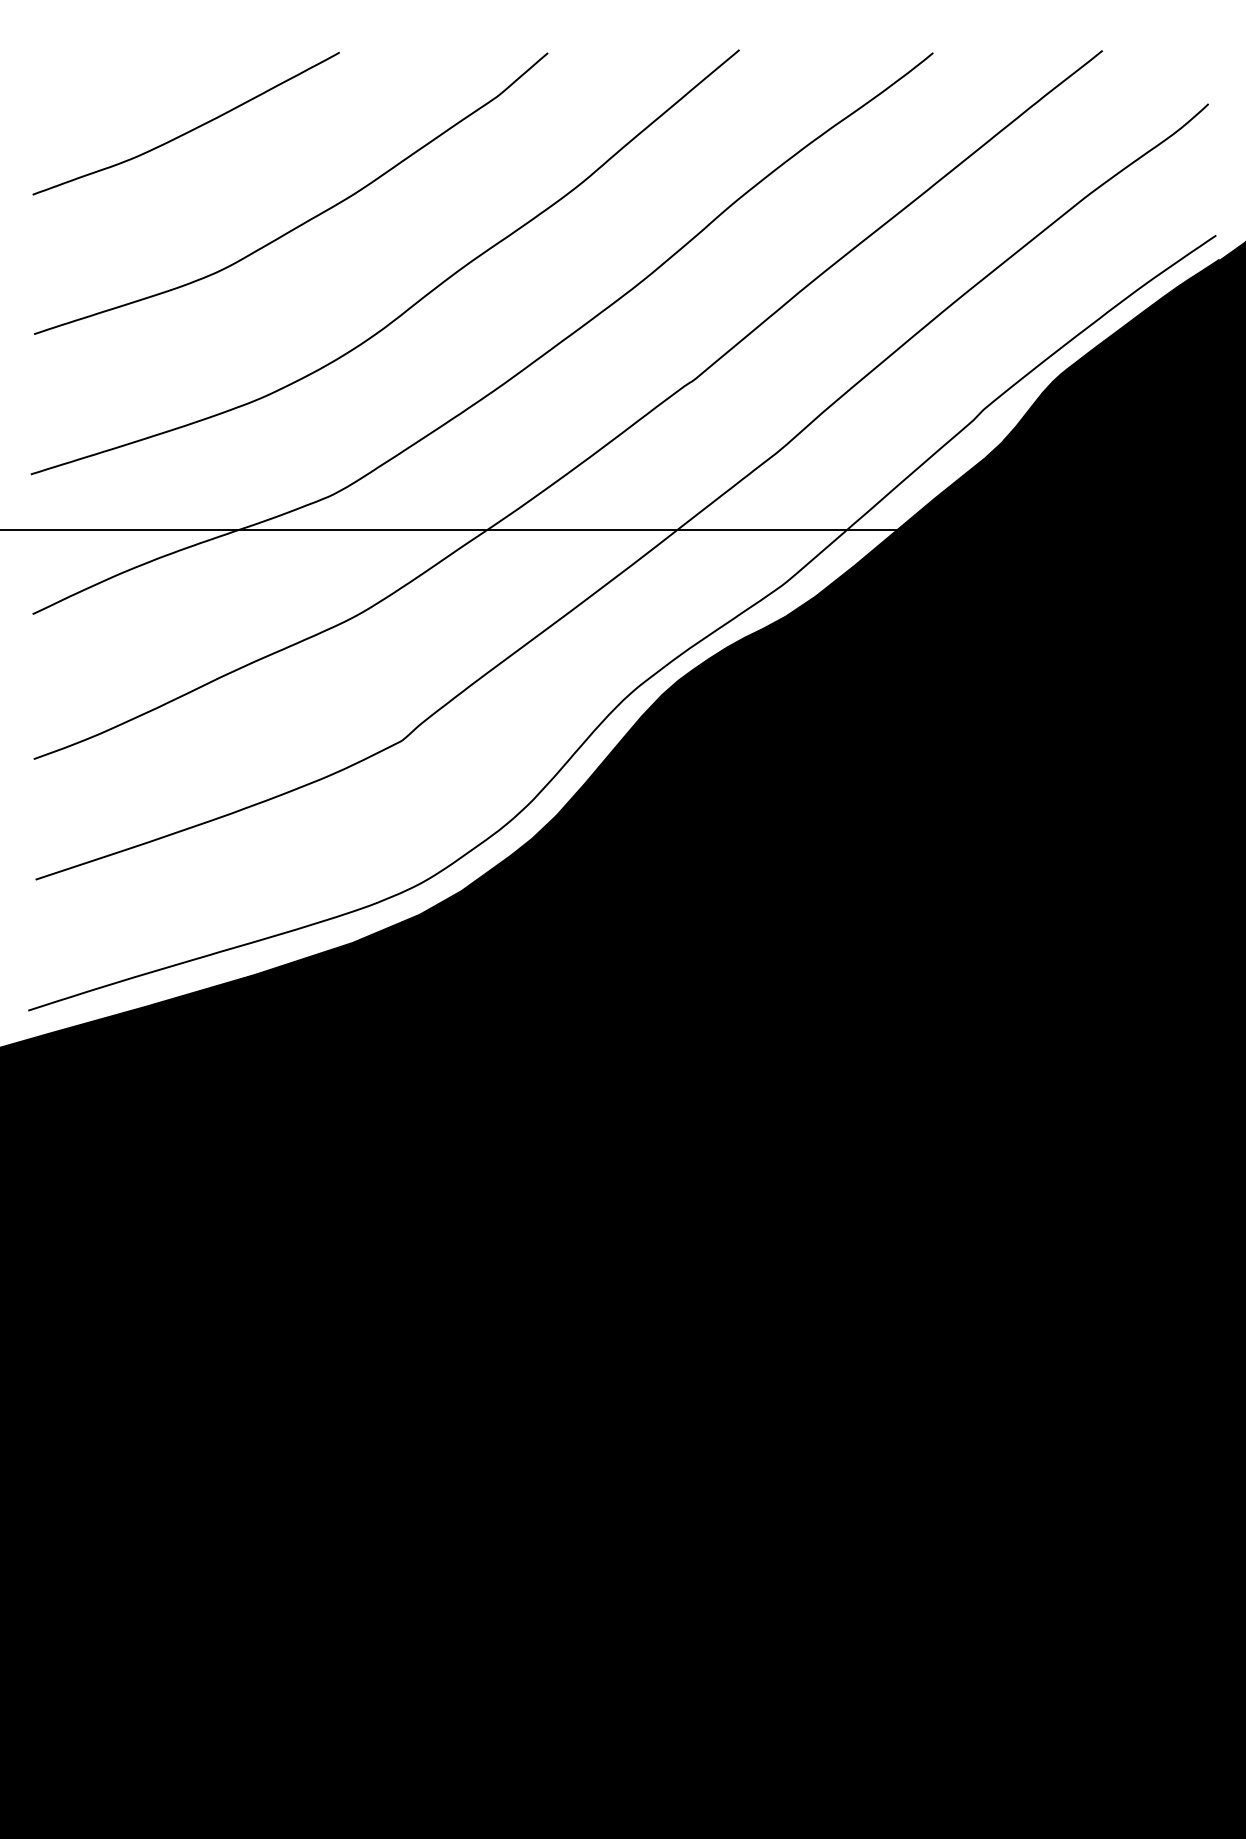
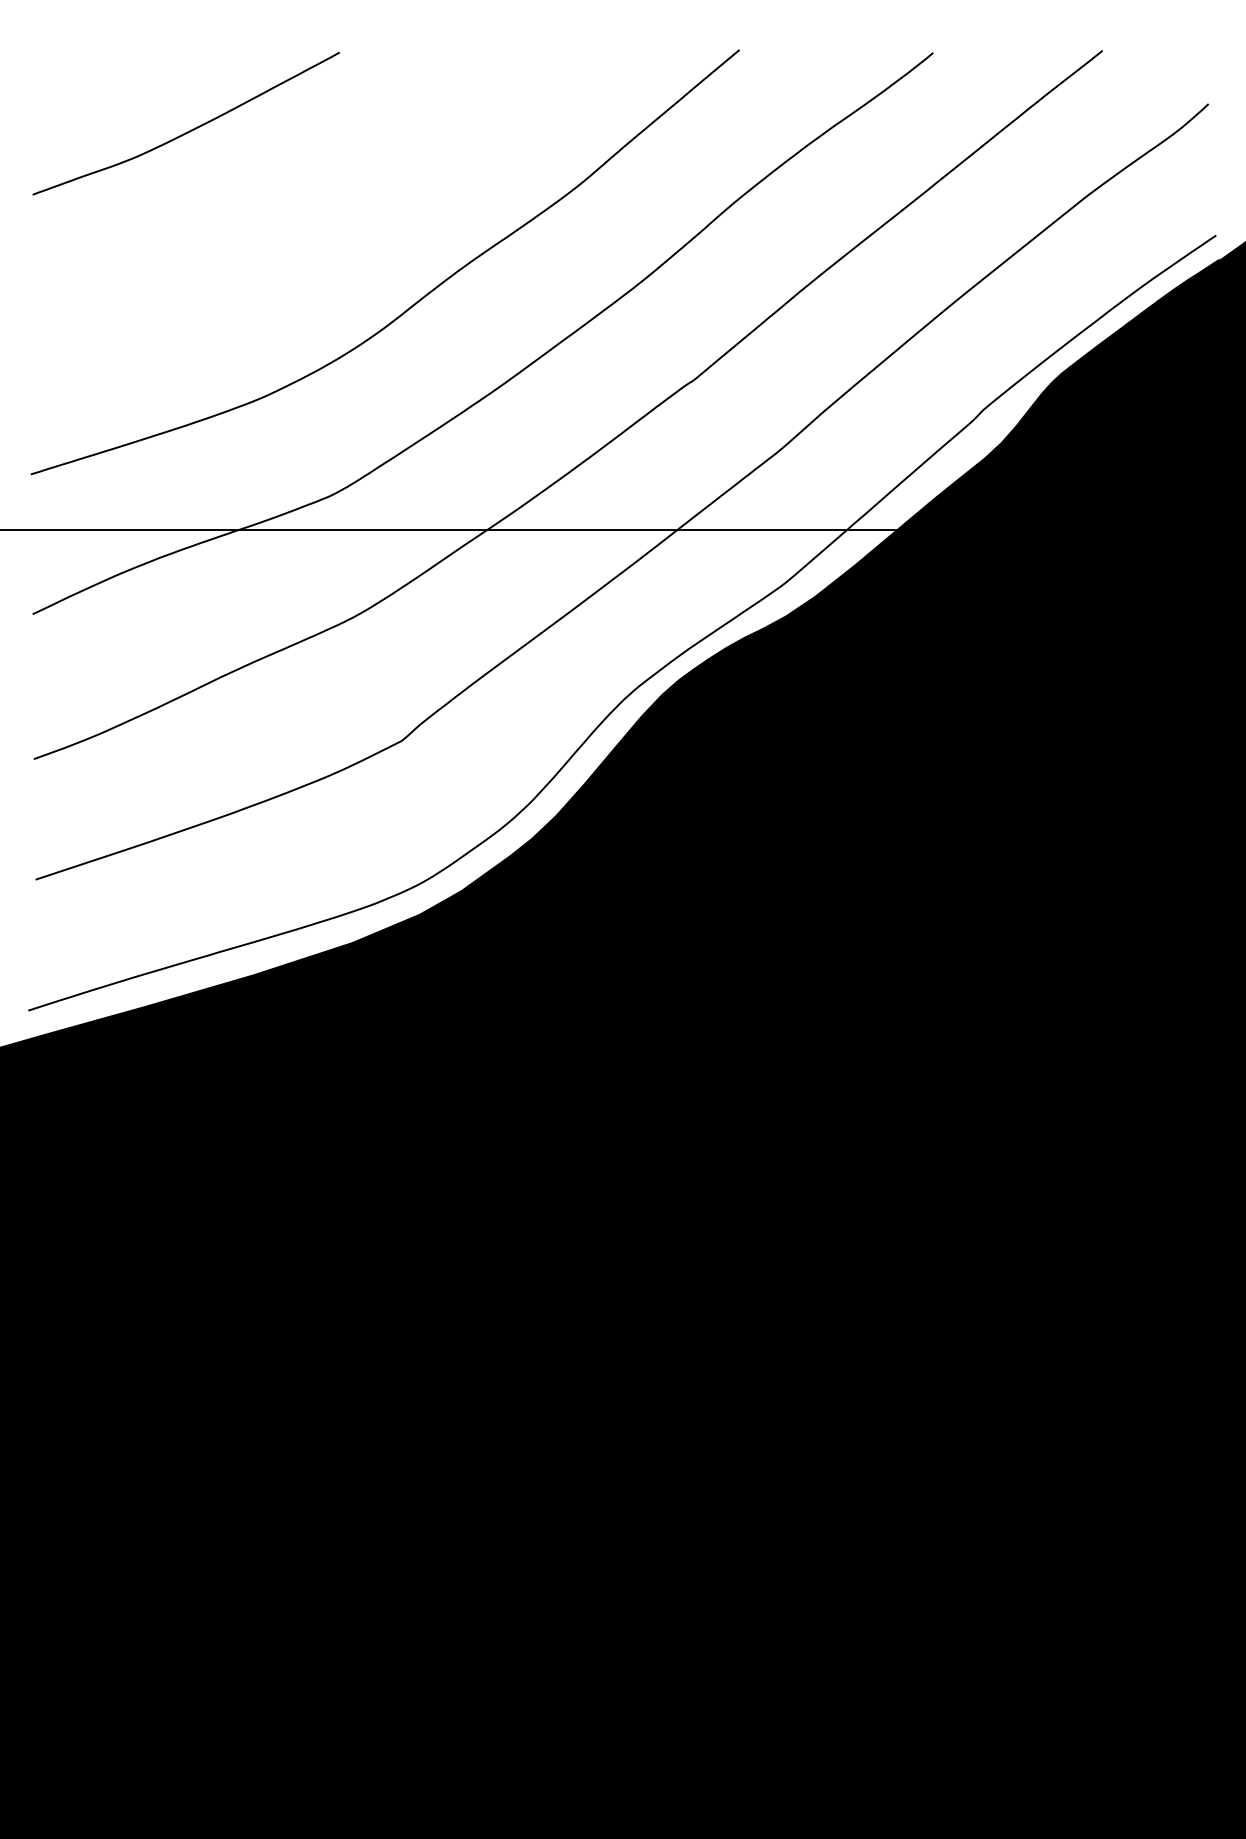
curve at (306, 220): present -> none
